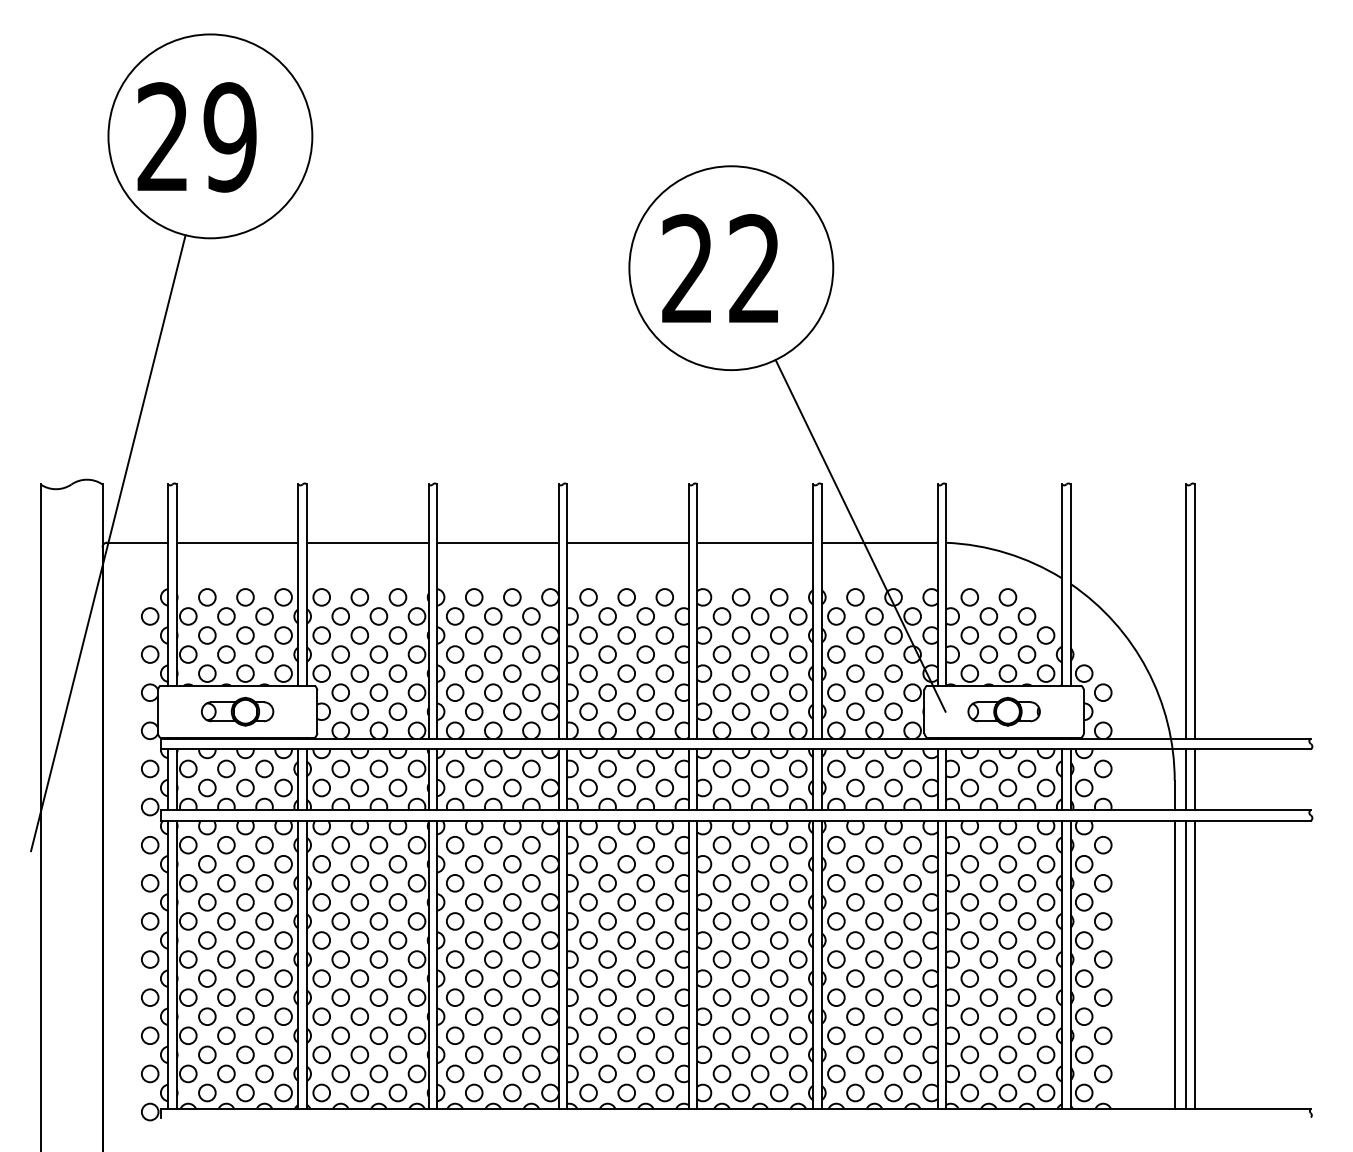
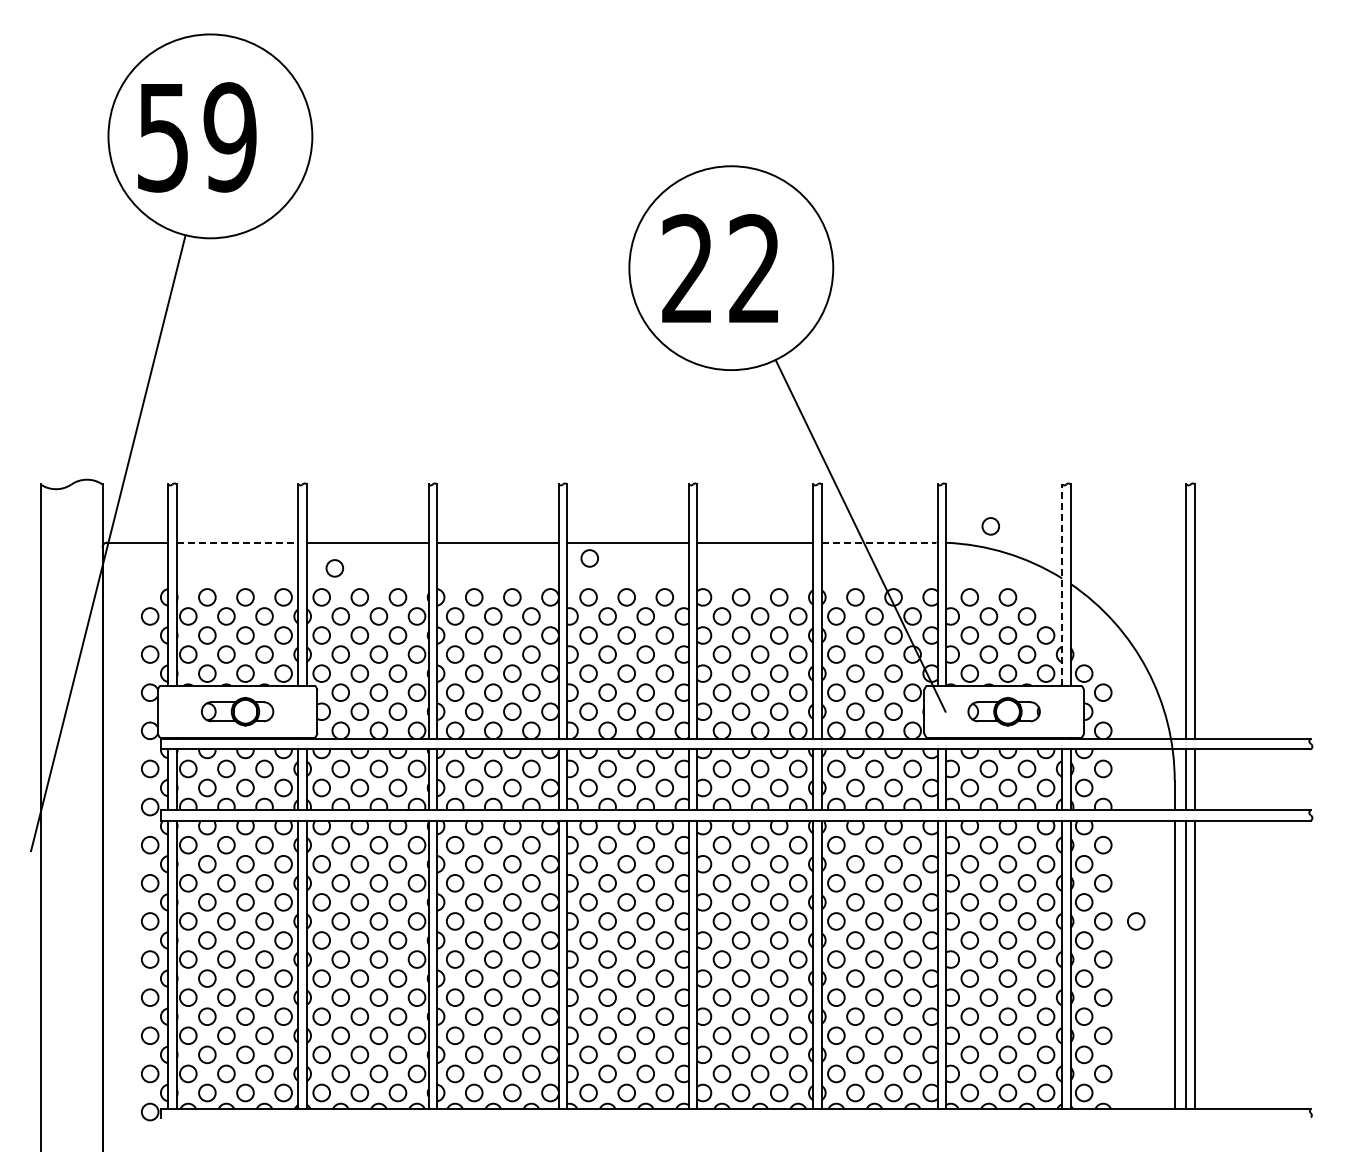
text at (162, 137): 29 -> 59
circle at (990, 526): none -> present
line at (237, 542): solid -> dashed
line at (879, 542): solid -> dashed
circle at (589, 558): none -> present
circle at (334, 568): none -> present
line at (1062, 585): solid -> dashed
circle at (1136, 921): none -> present
